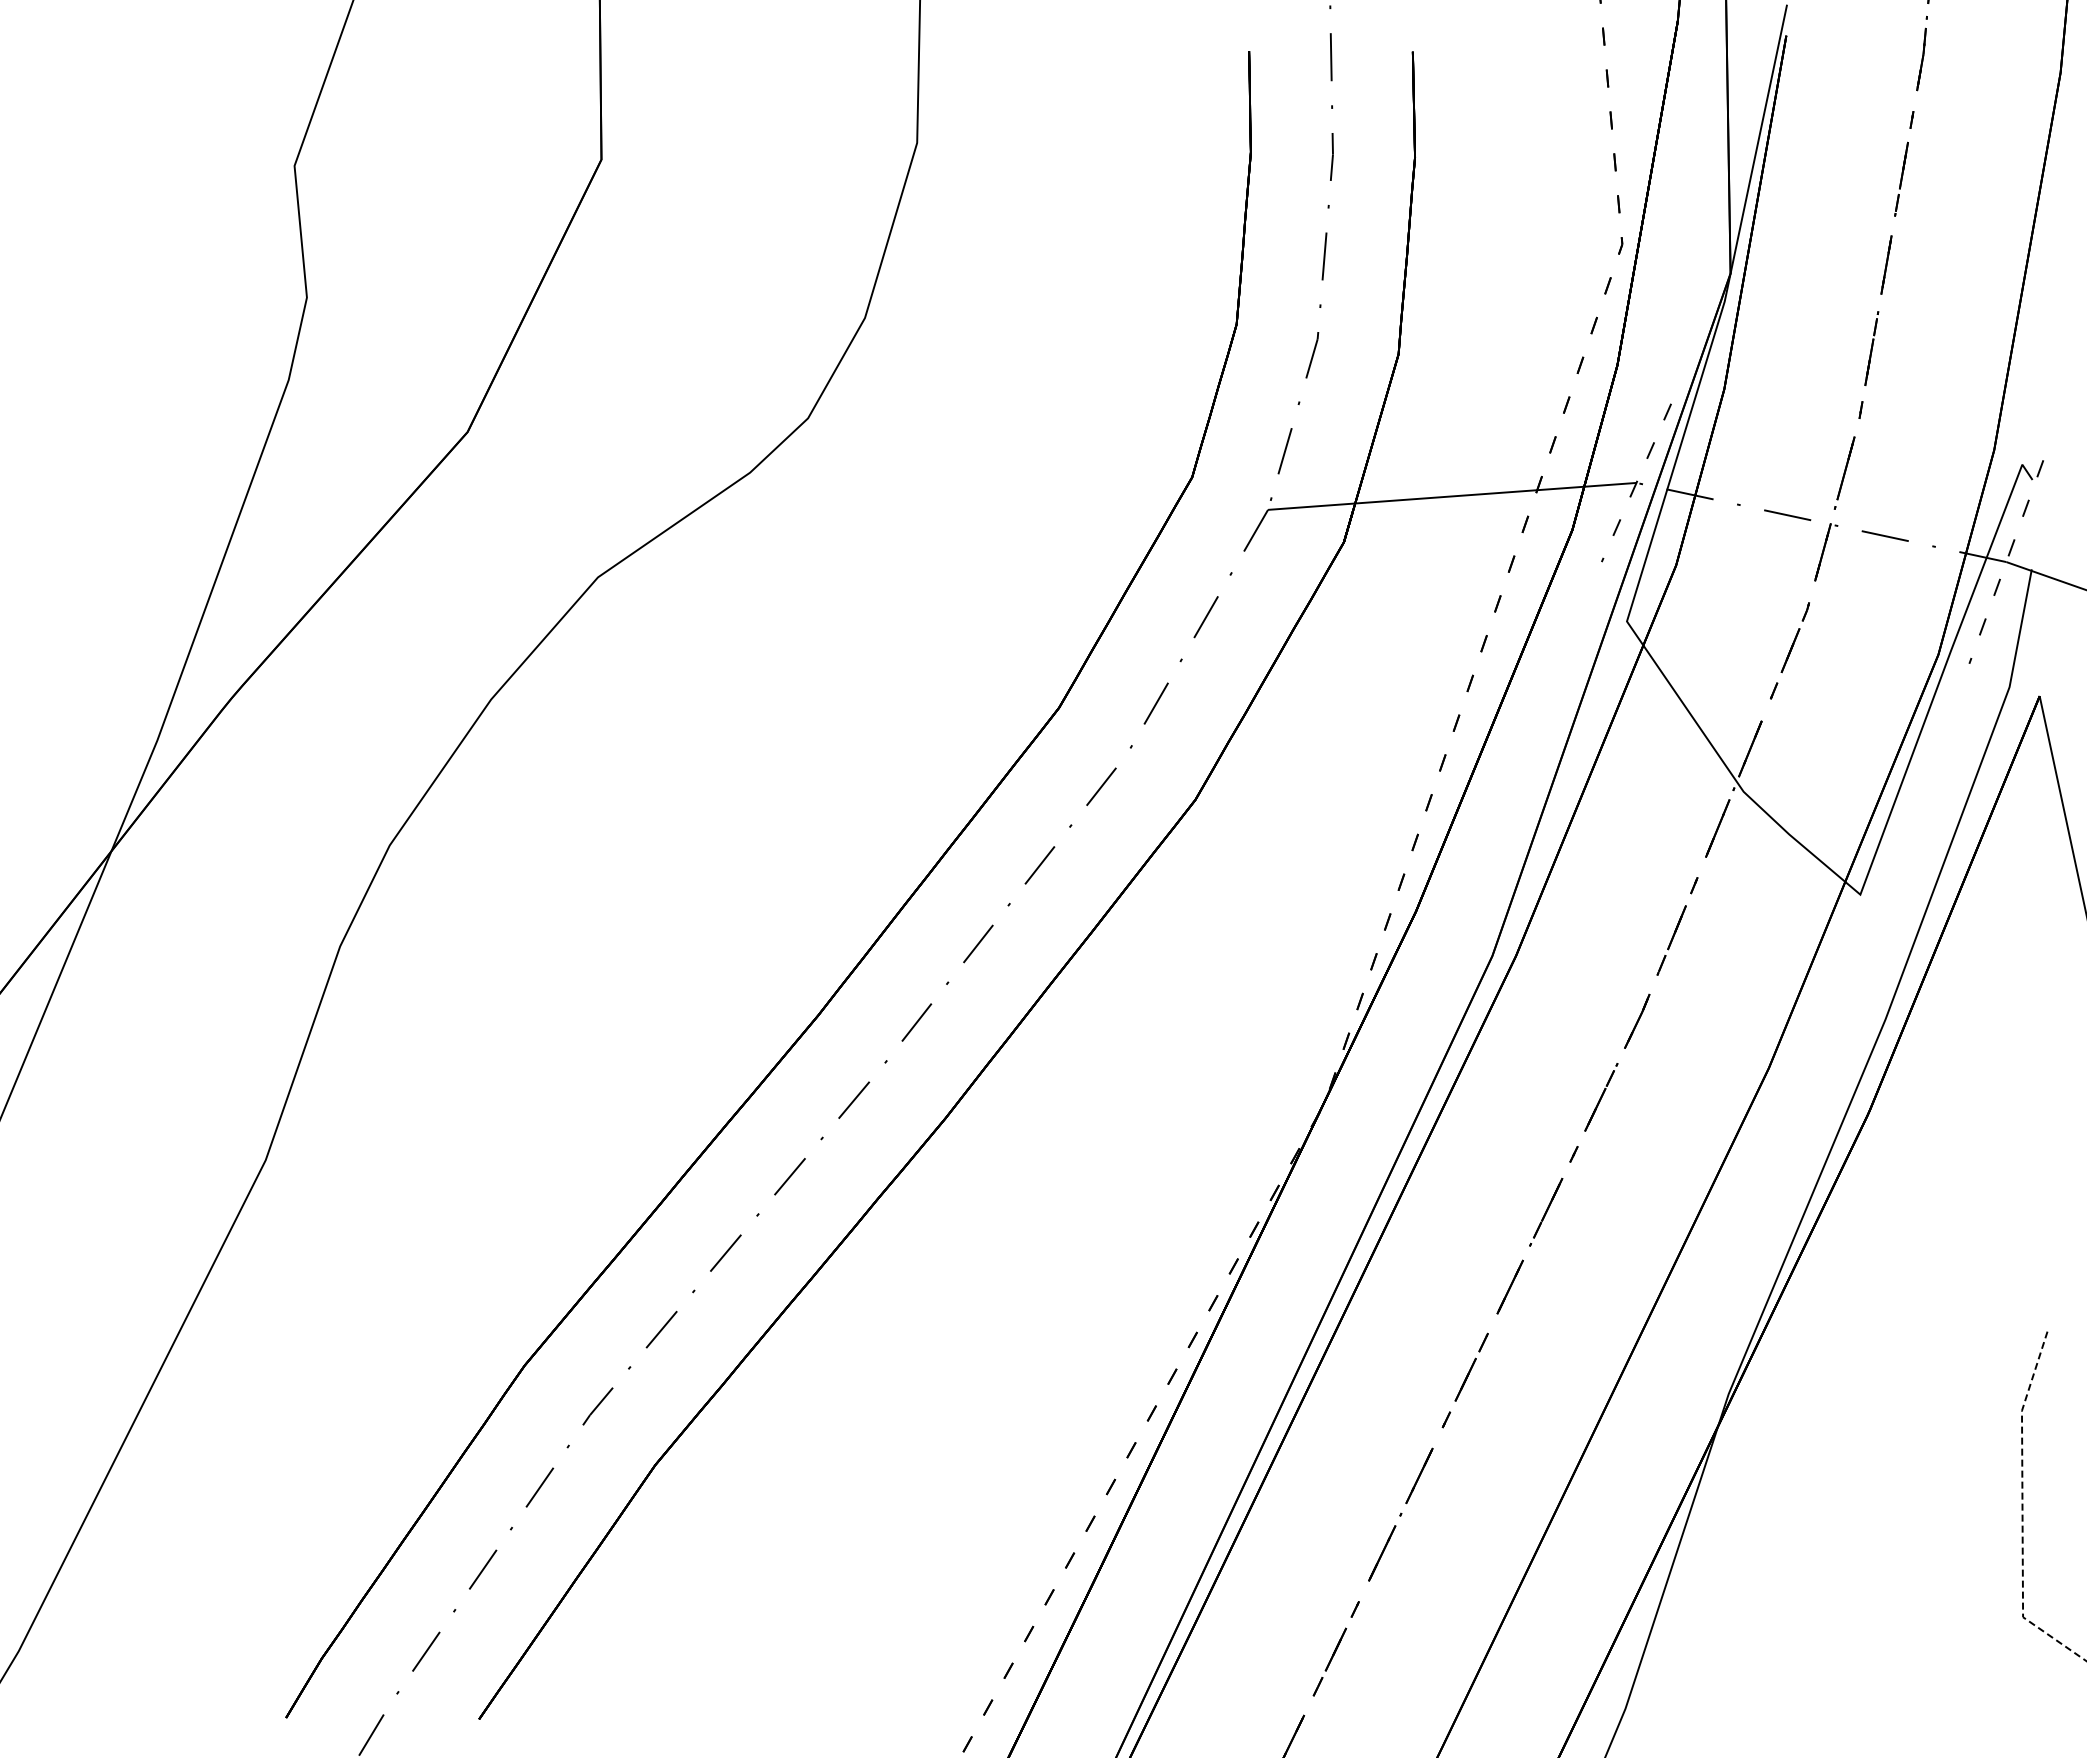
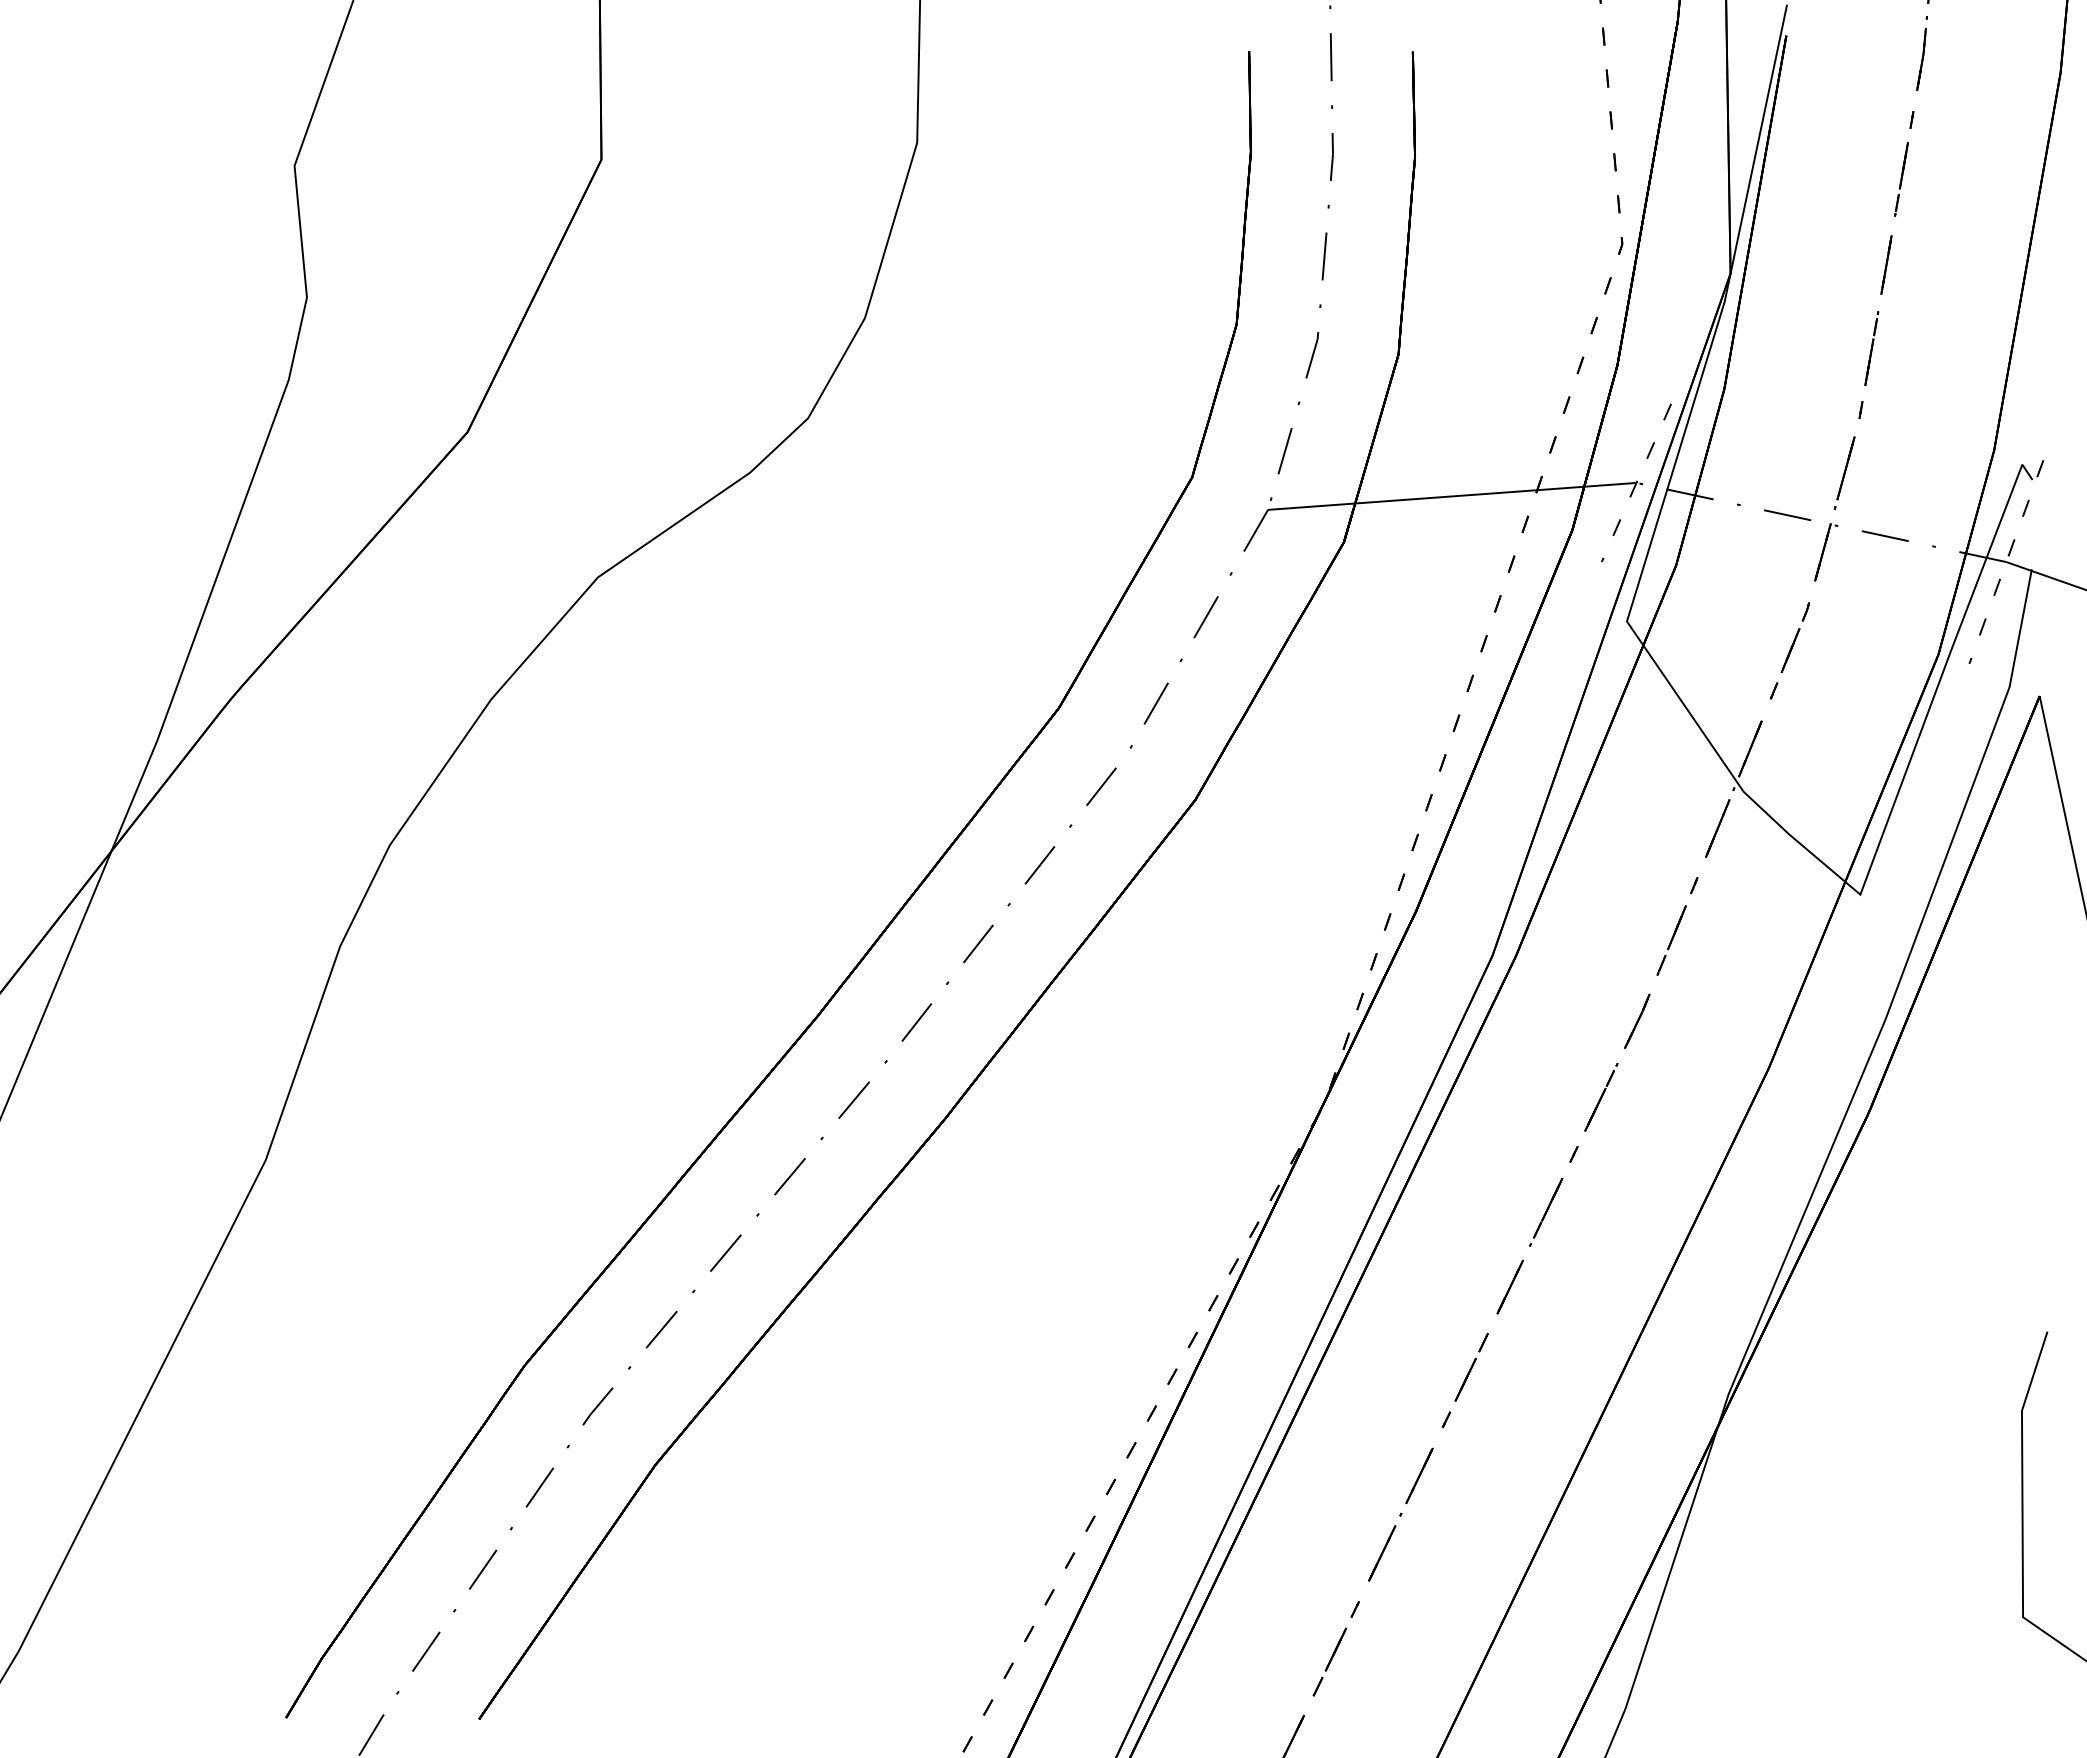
line at (2022, 1511): dashed -> solid
